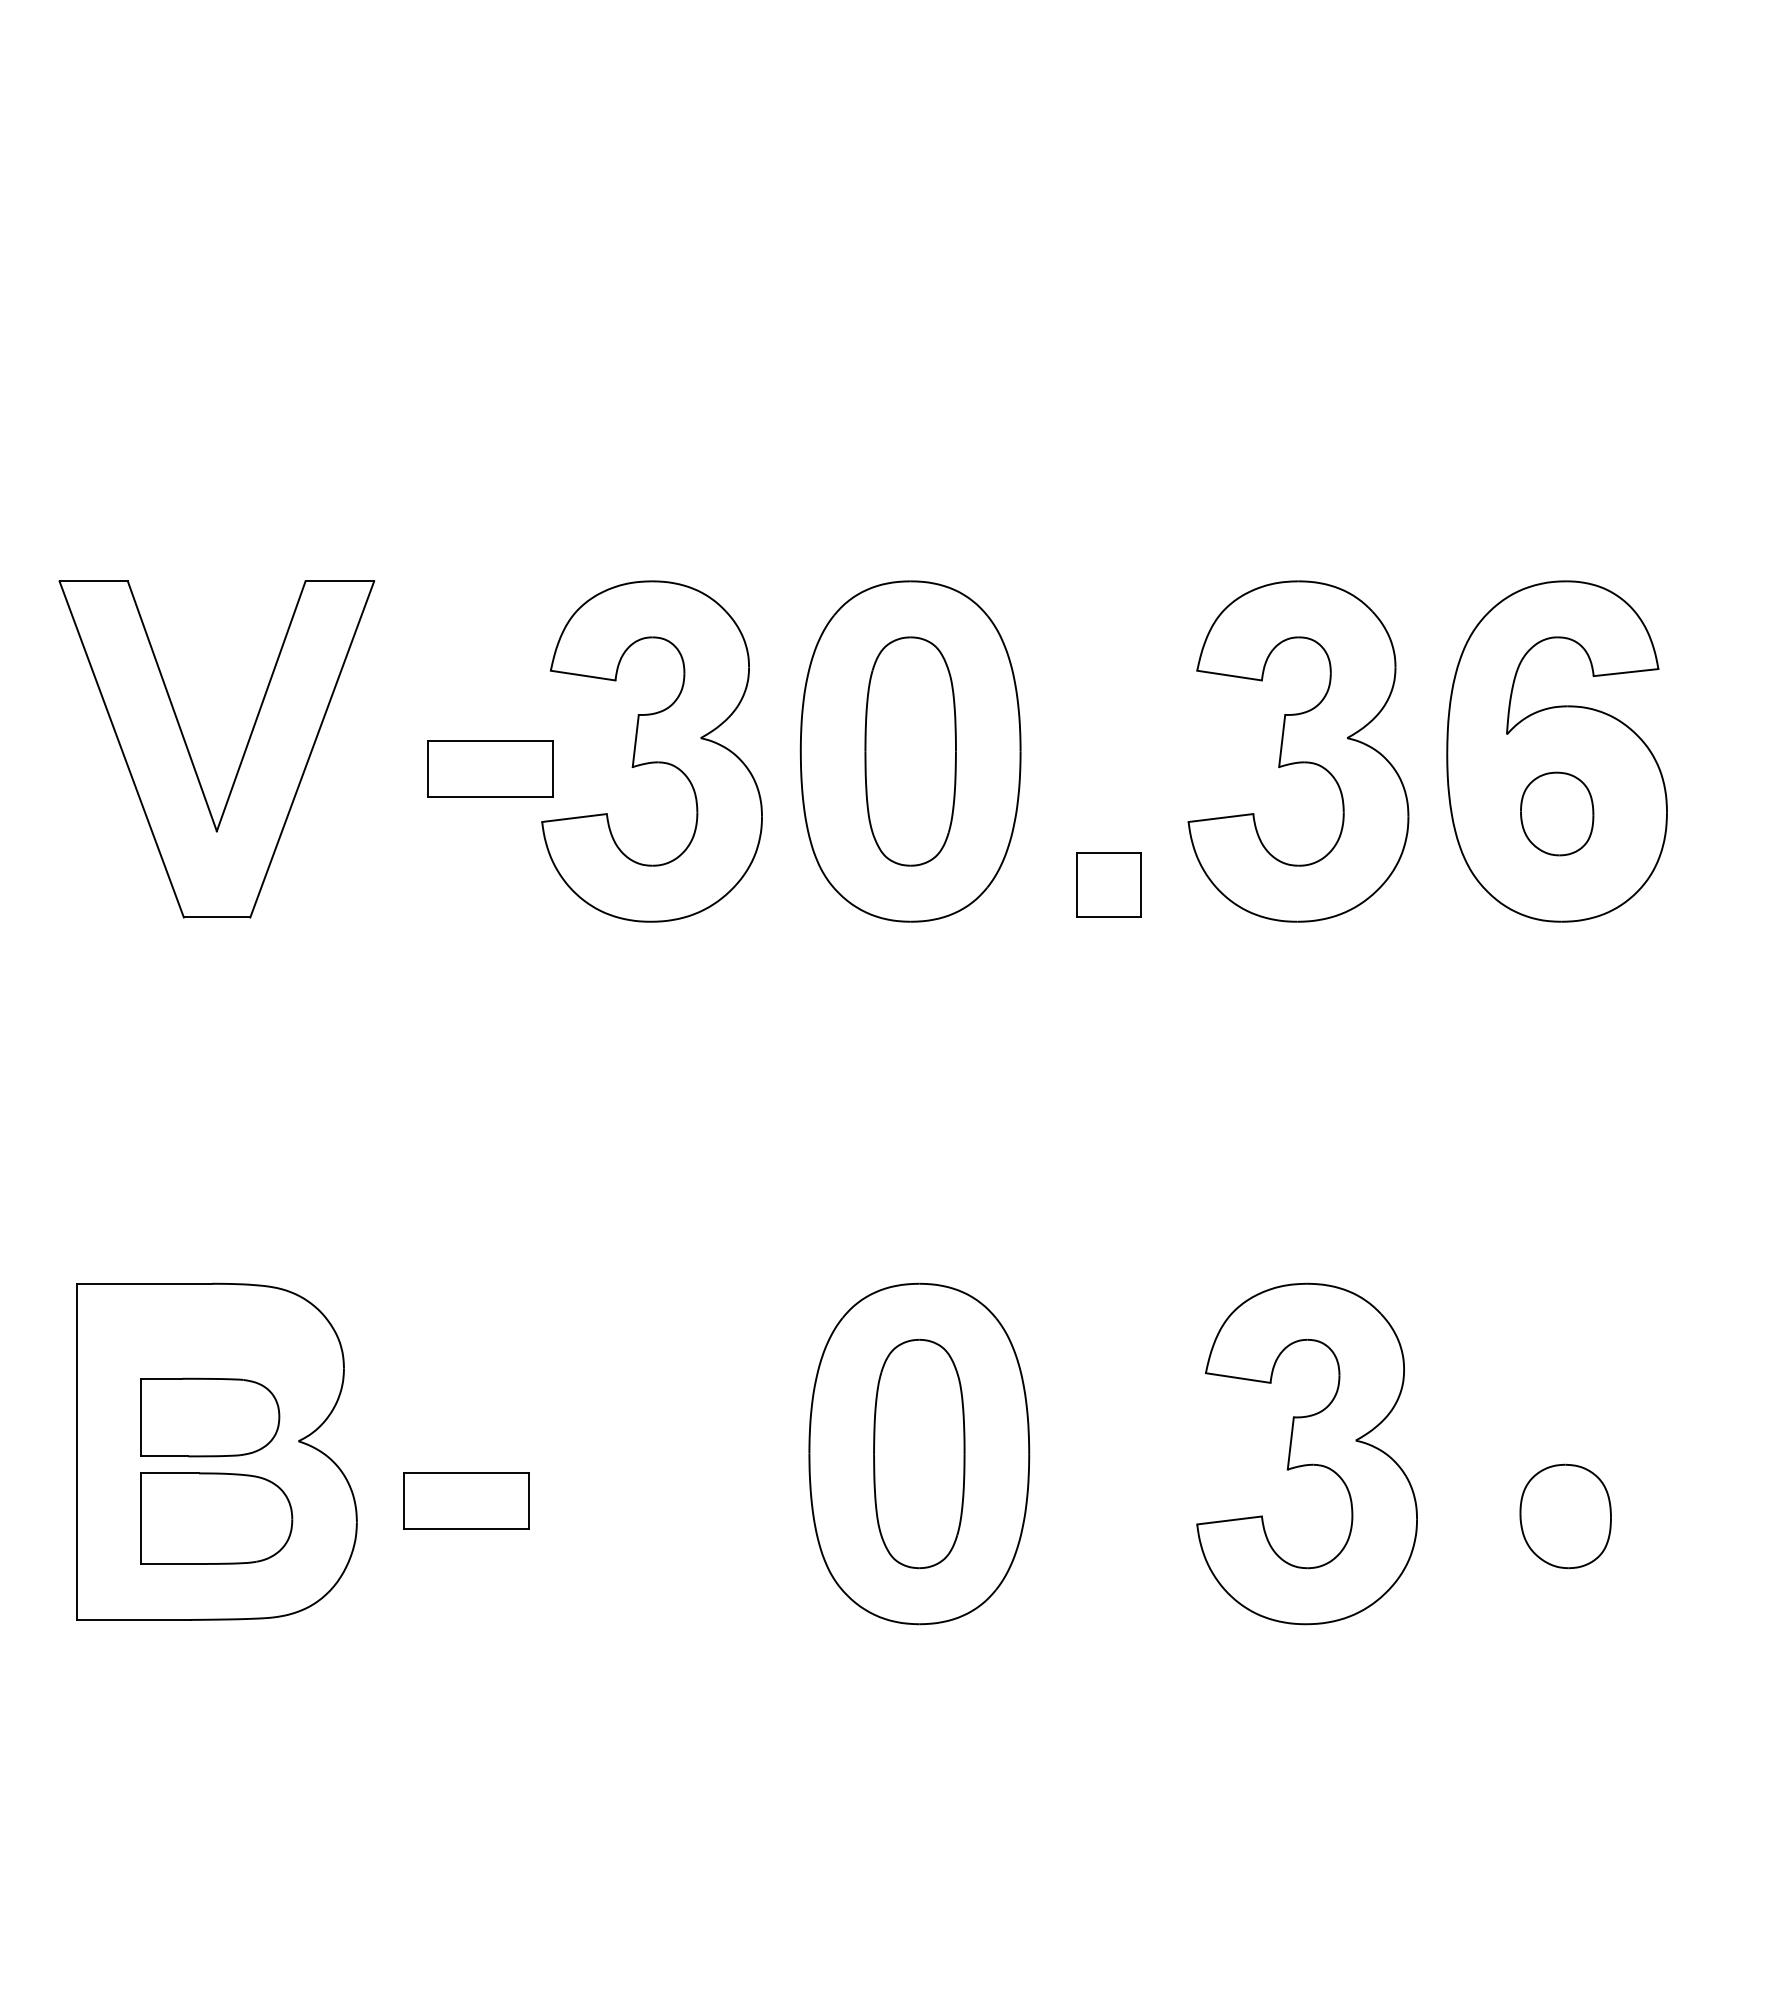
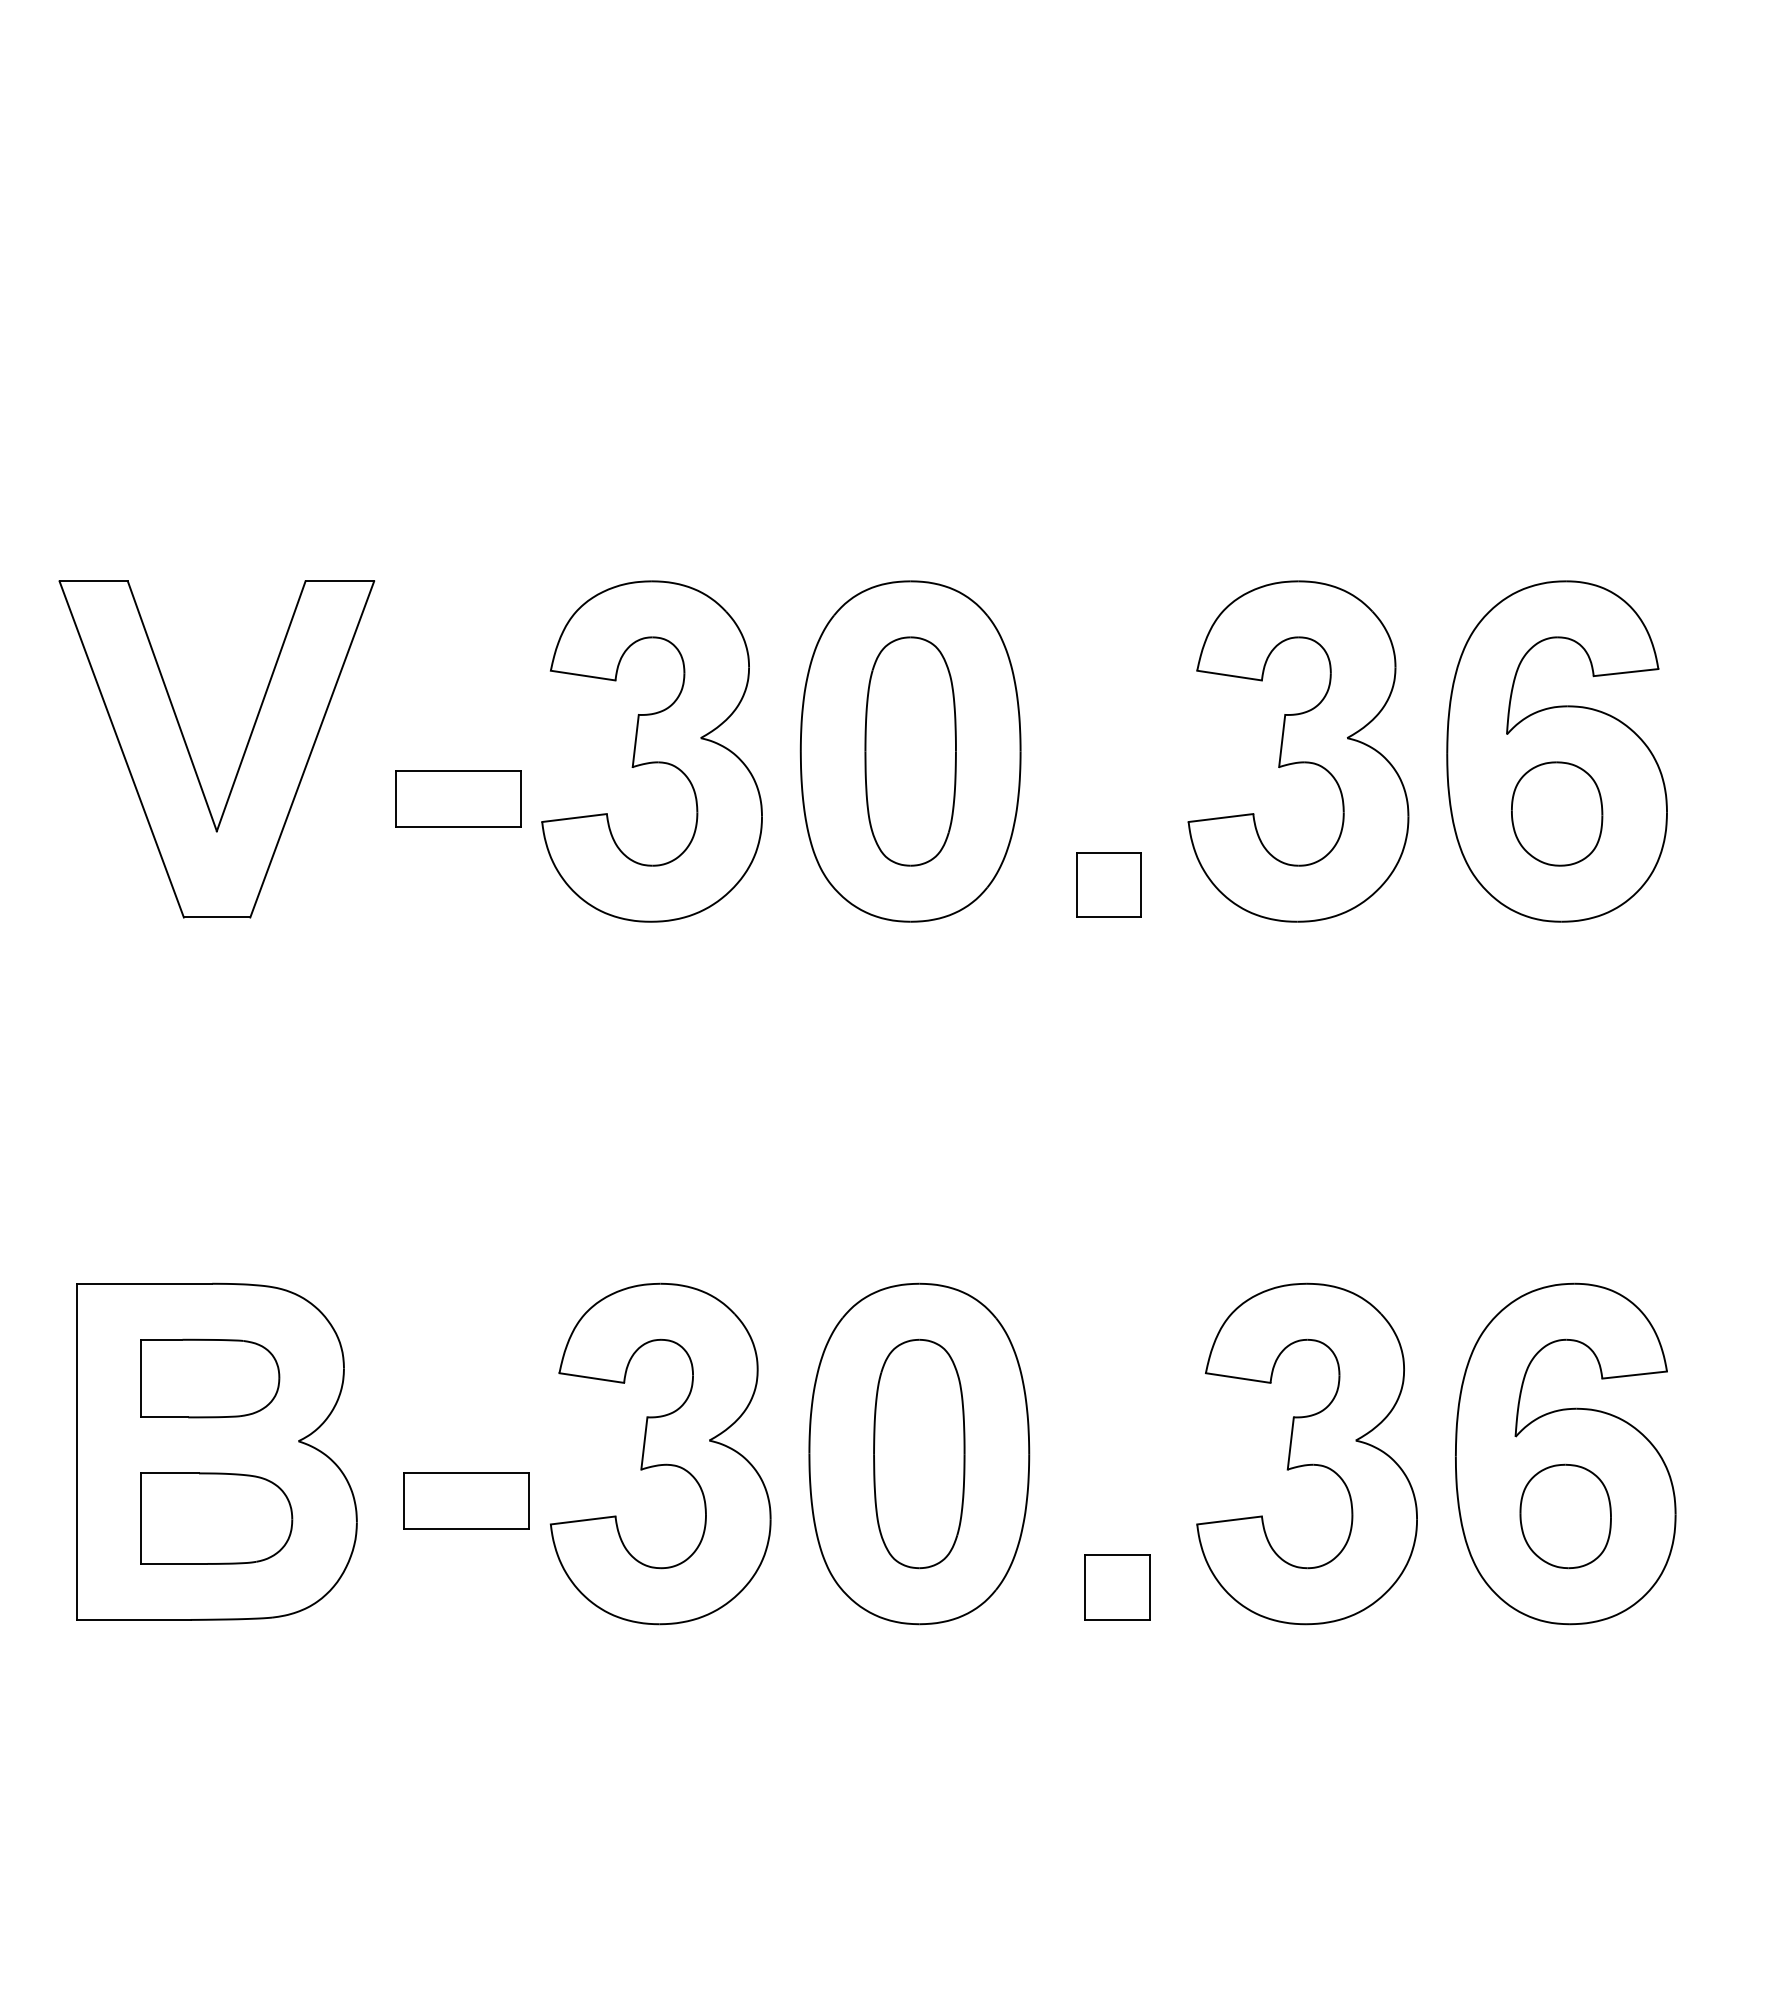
part at (490, 768) position: (490, 768) -> (458, 798)
part at (1557, 813) size: 75x86 px -> 93x106 px
part at (210, 1417) position: (210, 1417) -> (210, 1378)
part at (660, 1453): none -> present
part at (1565, 1453): none -> present
part at (1117, 1587): none -> present
